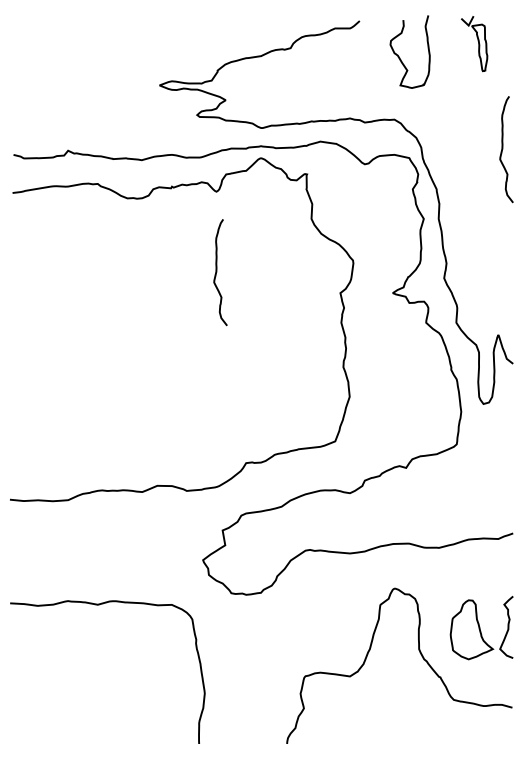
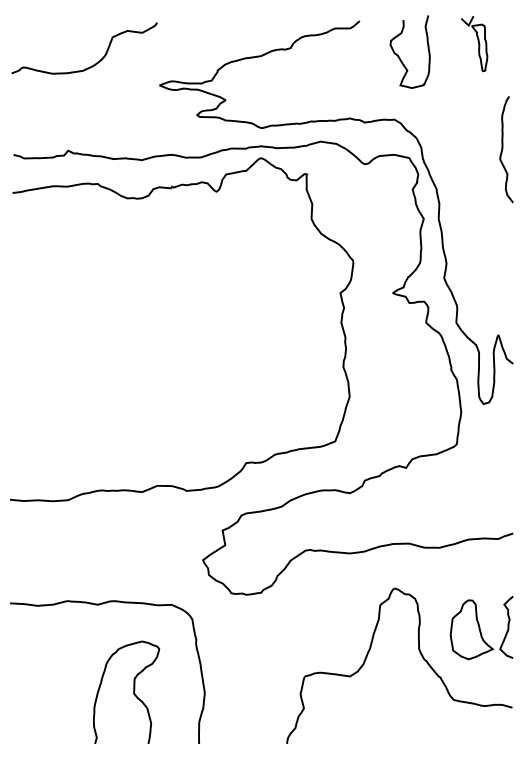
curve at (93, 64): none -> present
curve at (217, 272): present -> none
curve at (133, 691): none -> present
